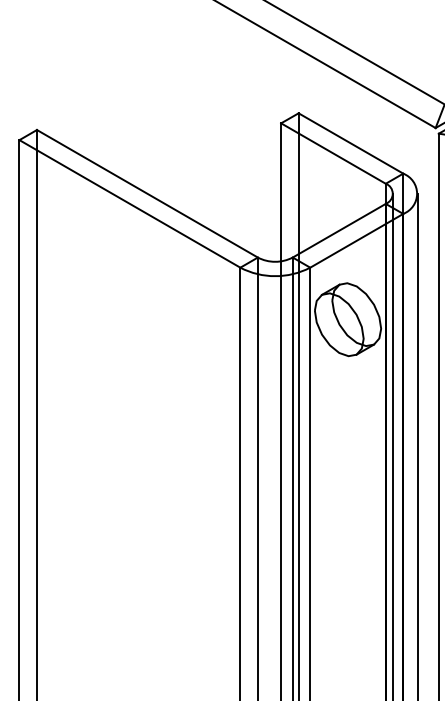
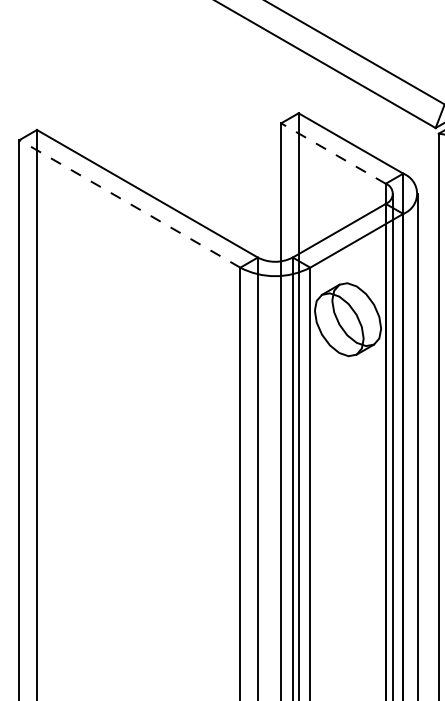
line at (333, 153): solid -> dashed
line at (129, 203): solid -> dashed
